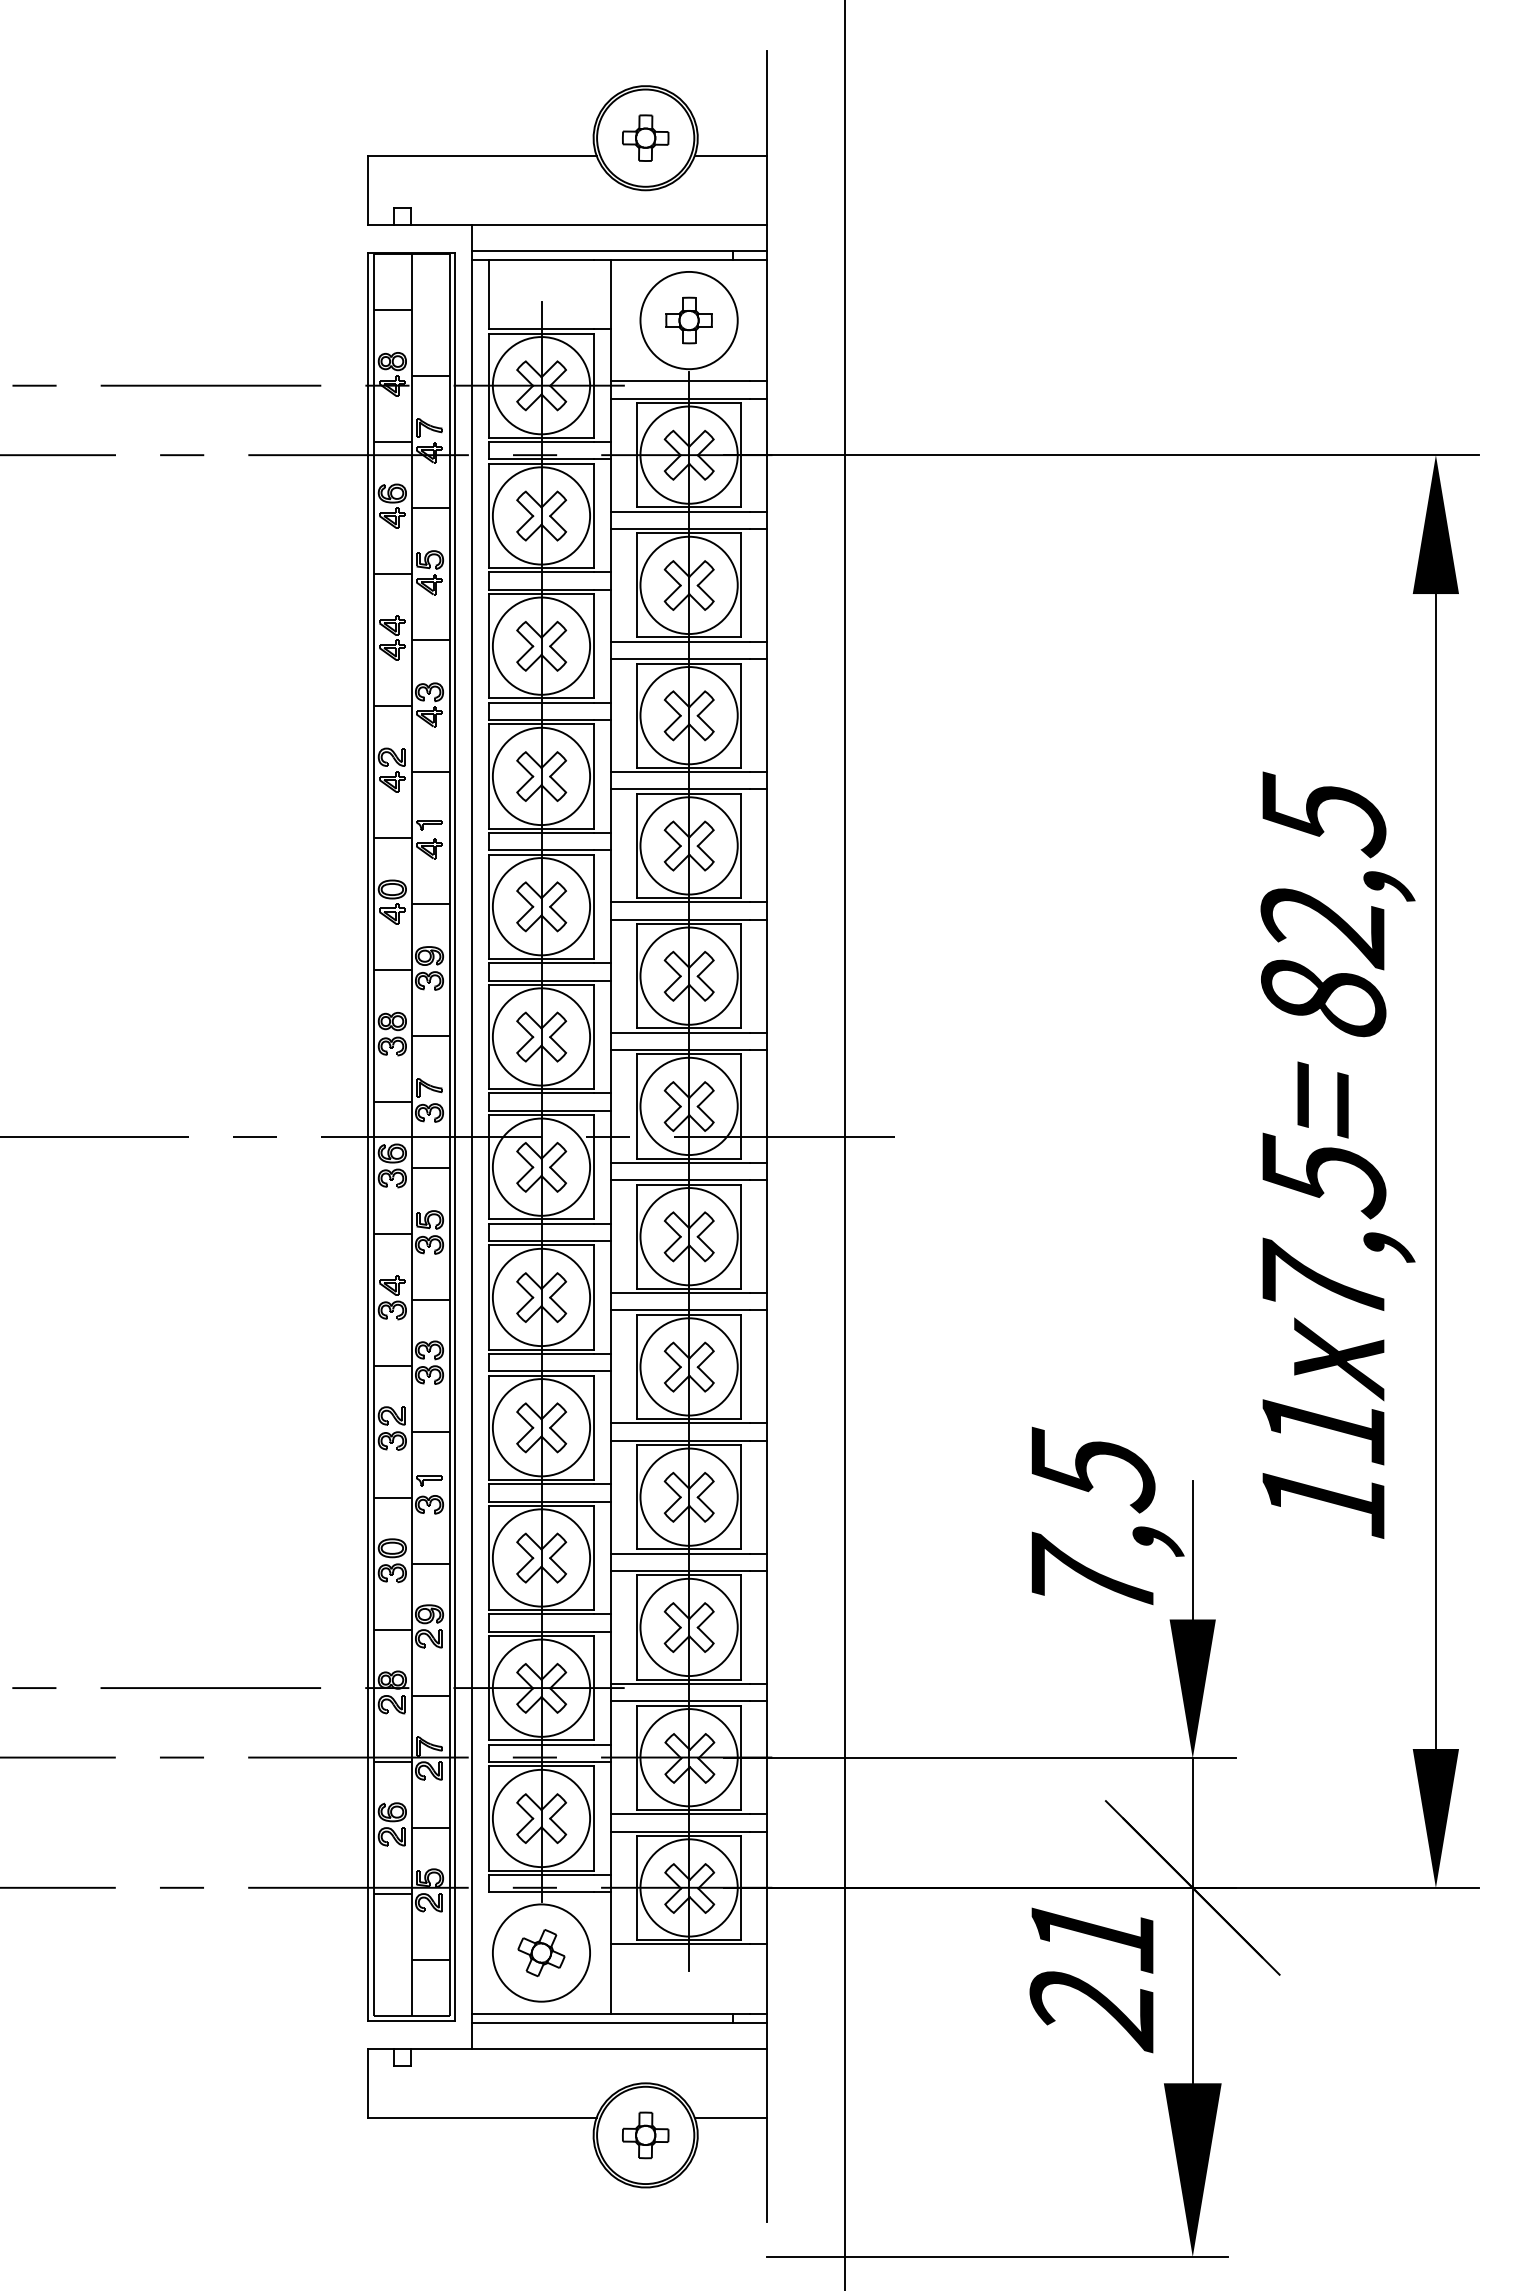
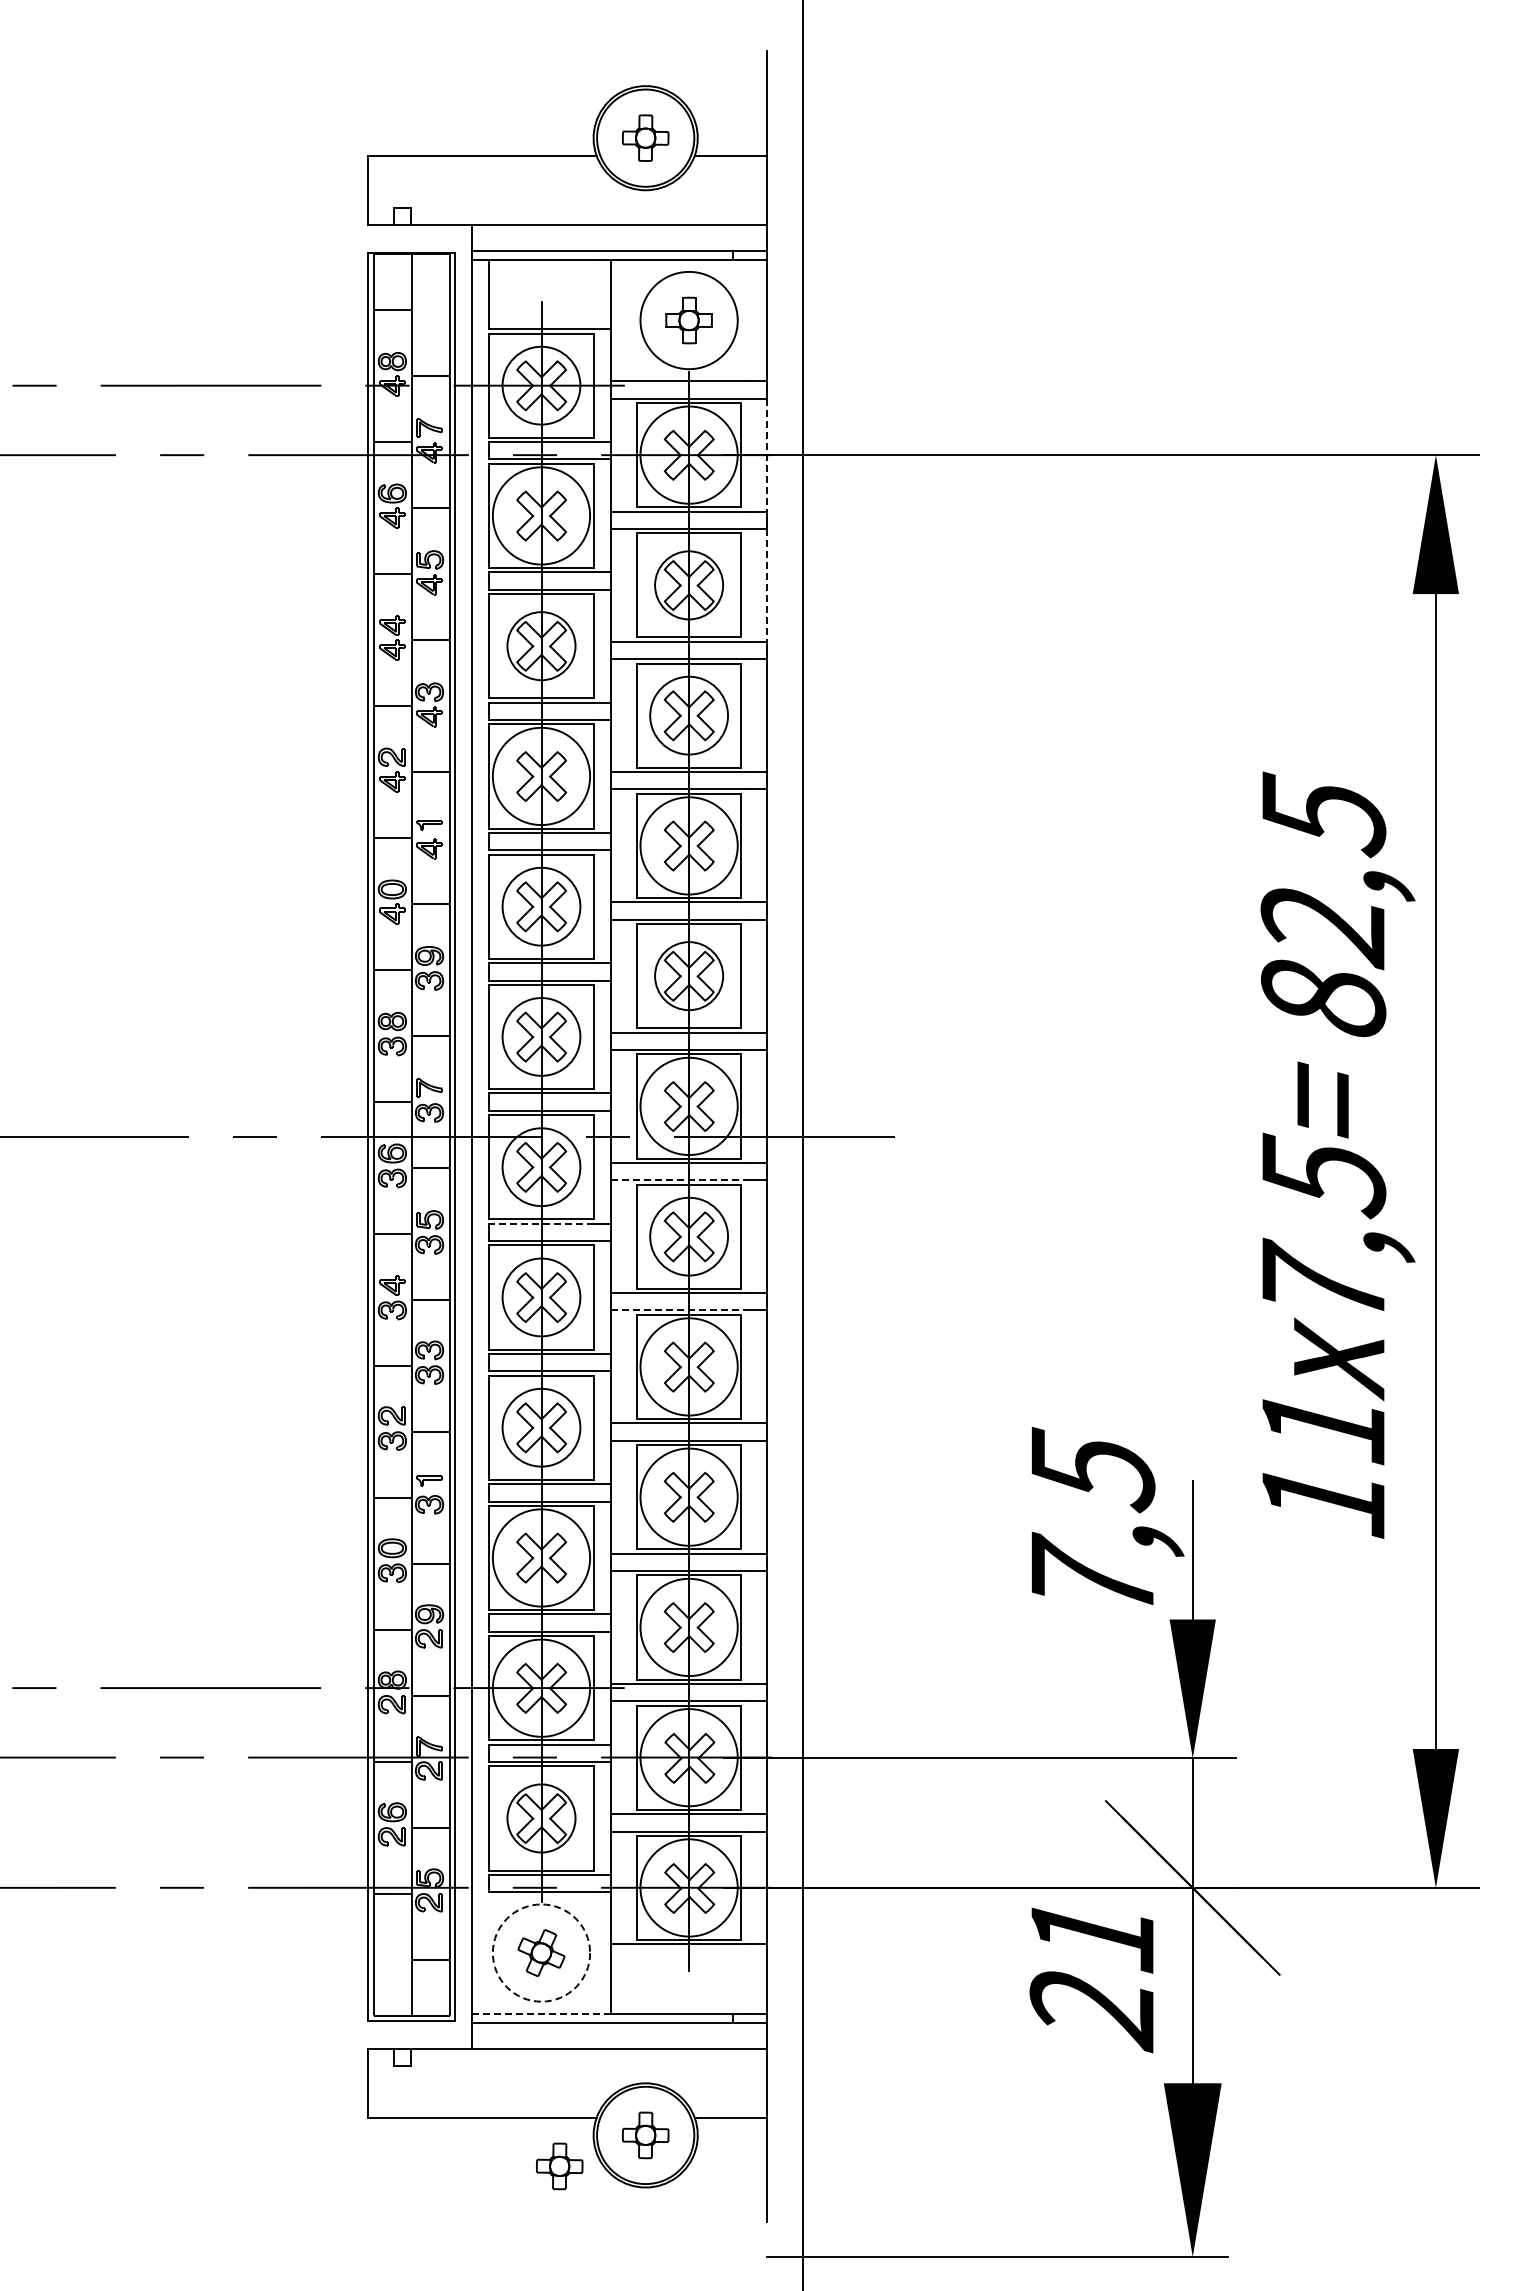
circle at (541, 385) diameter: 97 px -> 78 px
line at (767, 455): solid -> dashed
circle at (688, 585) diameter: 97 px -> 68 px
line at (767, 585): solid -> dashed
circle at (541, 645) diameter: 97 px -> 68 px
circle at (688, 715) diameter: 97 px -> 78 px
circle at (541, 906) diameter: 97 px -> 78 px
circle at (688, 975) diameter: 97 px -> 68 px
circle at (541, 1036) diameter: 97 px -> 78 px
line at (845, 1144) position: (845, 1144) -> (803, 1144)
circle at (541, 1166) diameter: 97 px -> 78 px
line at (680, 1180): solid -> dashed
line at (541, 1223): solid -> dashed
circle at (688, 1236) diameter: 97 px -> 78 px
circle at (541, 1297) diameter: 97 px -> 78 px
line at (680, 1310): solid -> dashed
circle at (541, 1427) diameter: 97 px -> 78 px
circle at (541, 1818) diameter: 97 px -> 68 px
circle at (541, 1952): solid -> dashed
line at (541, 2013): solid -> dashed
part at (559, 2166): none -> present
